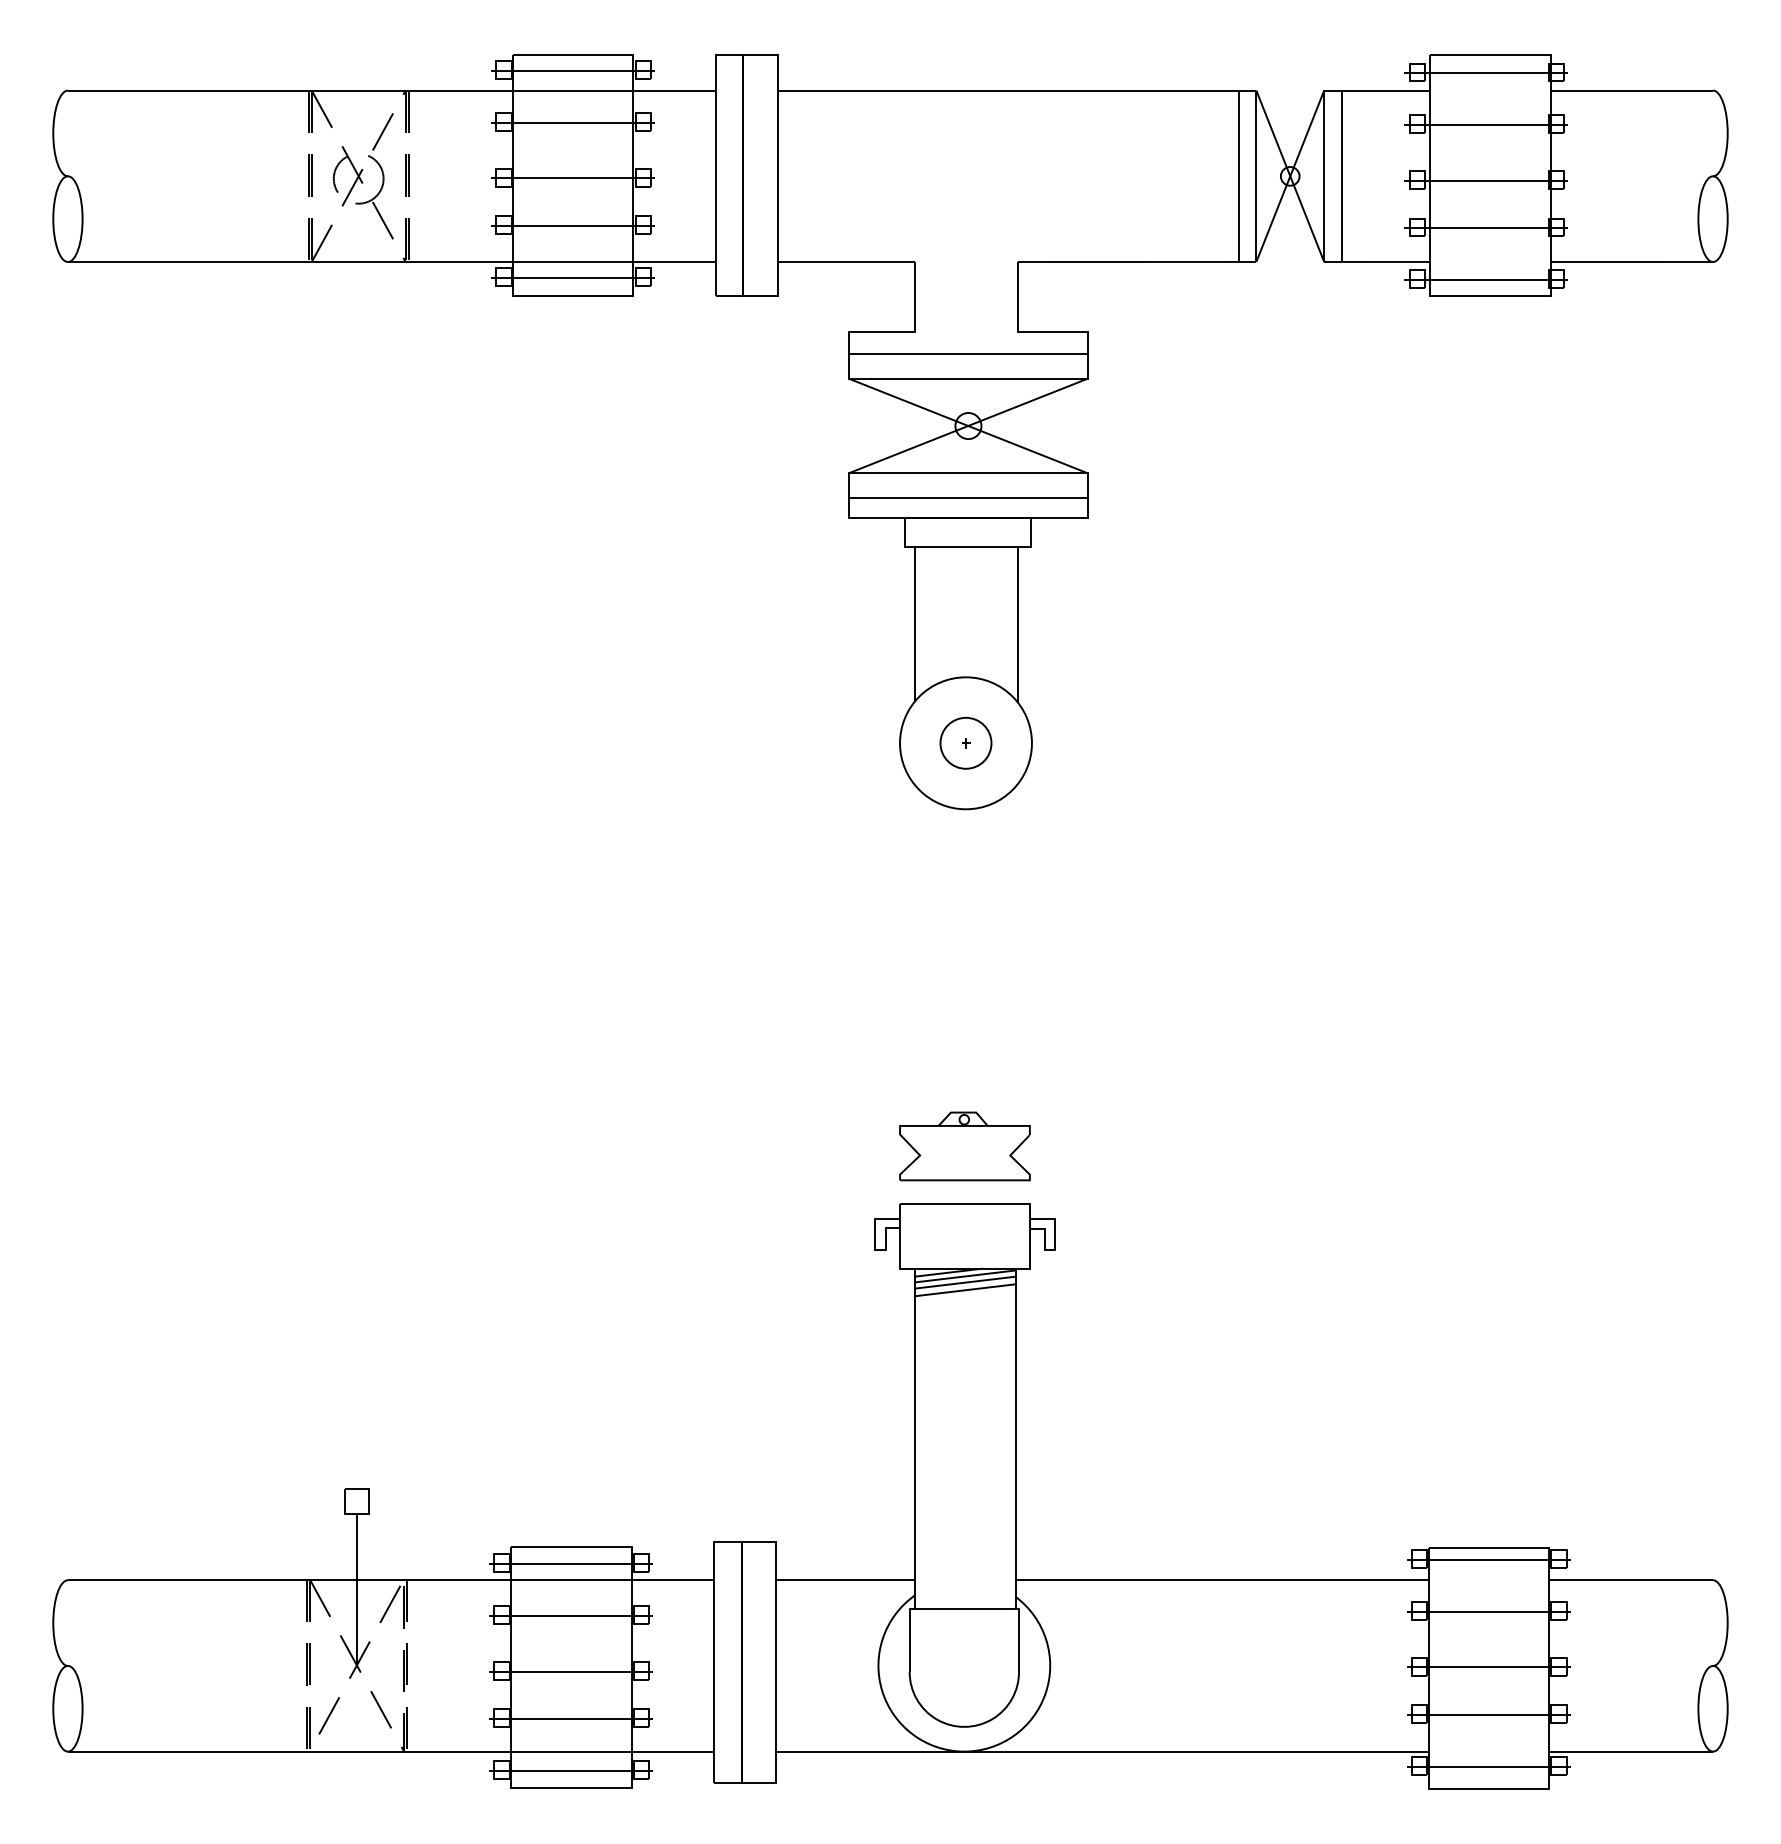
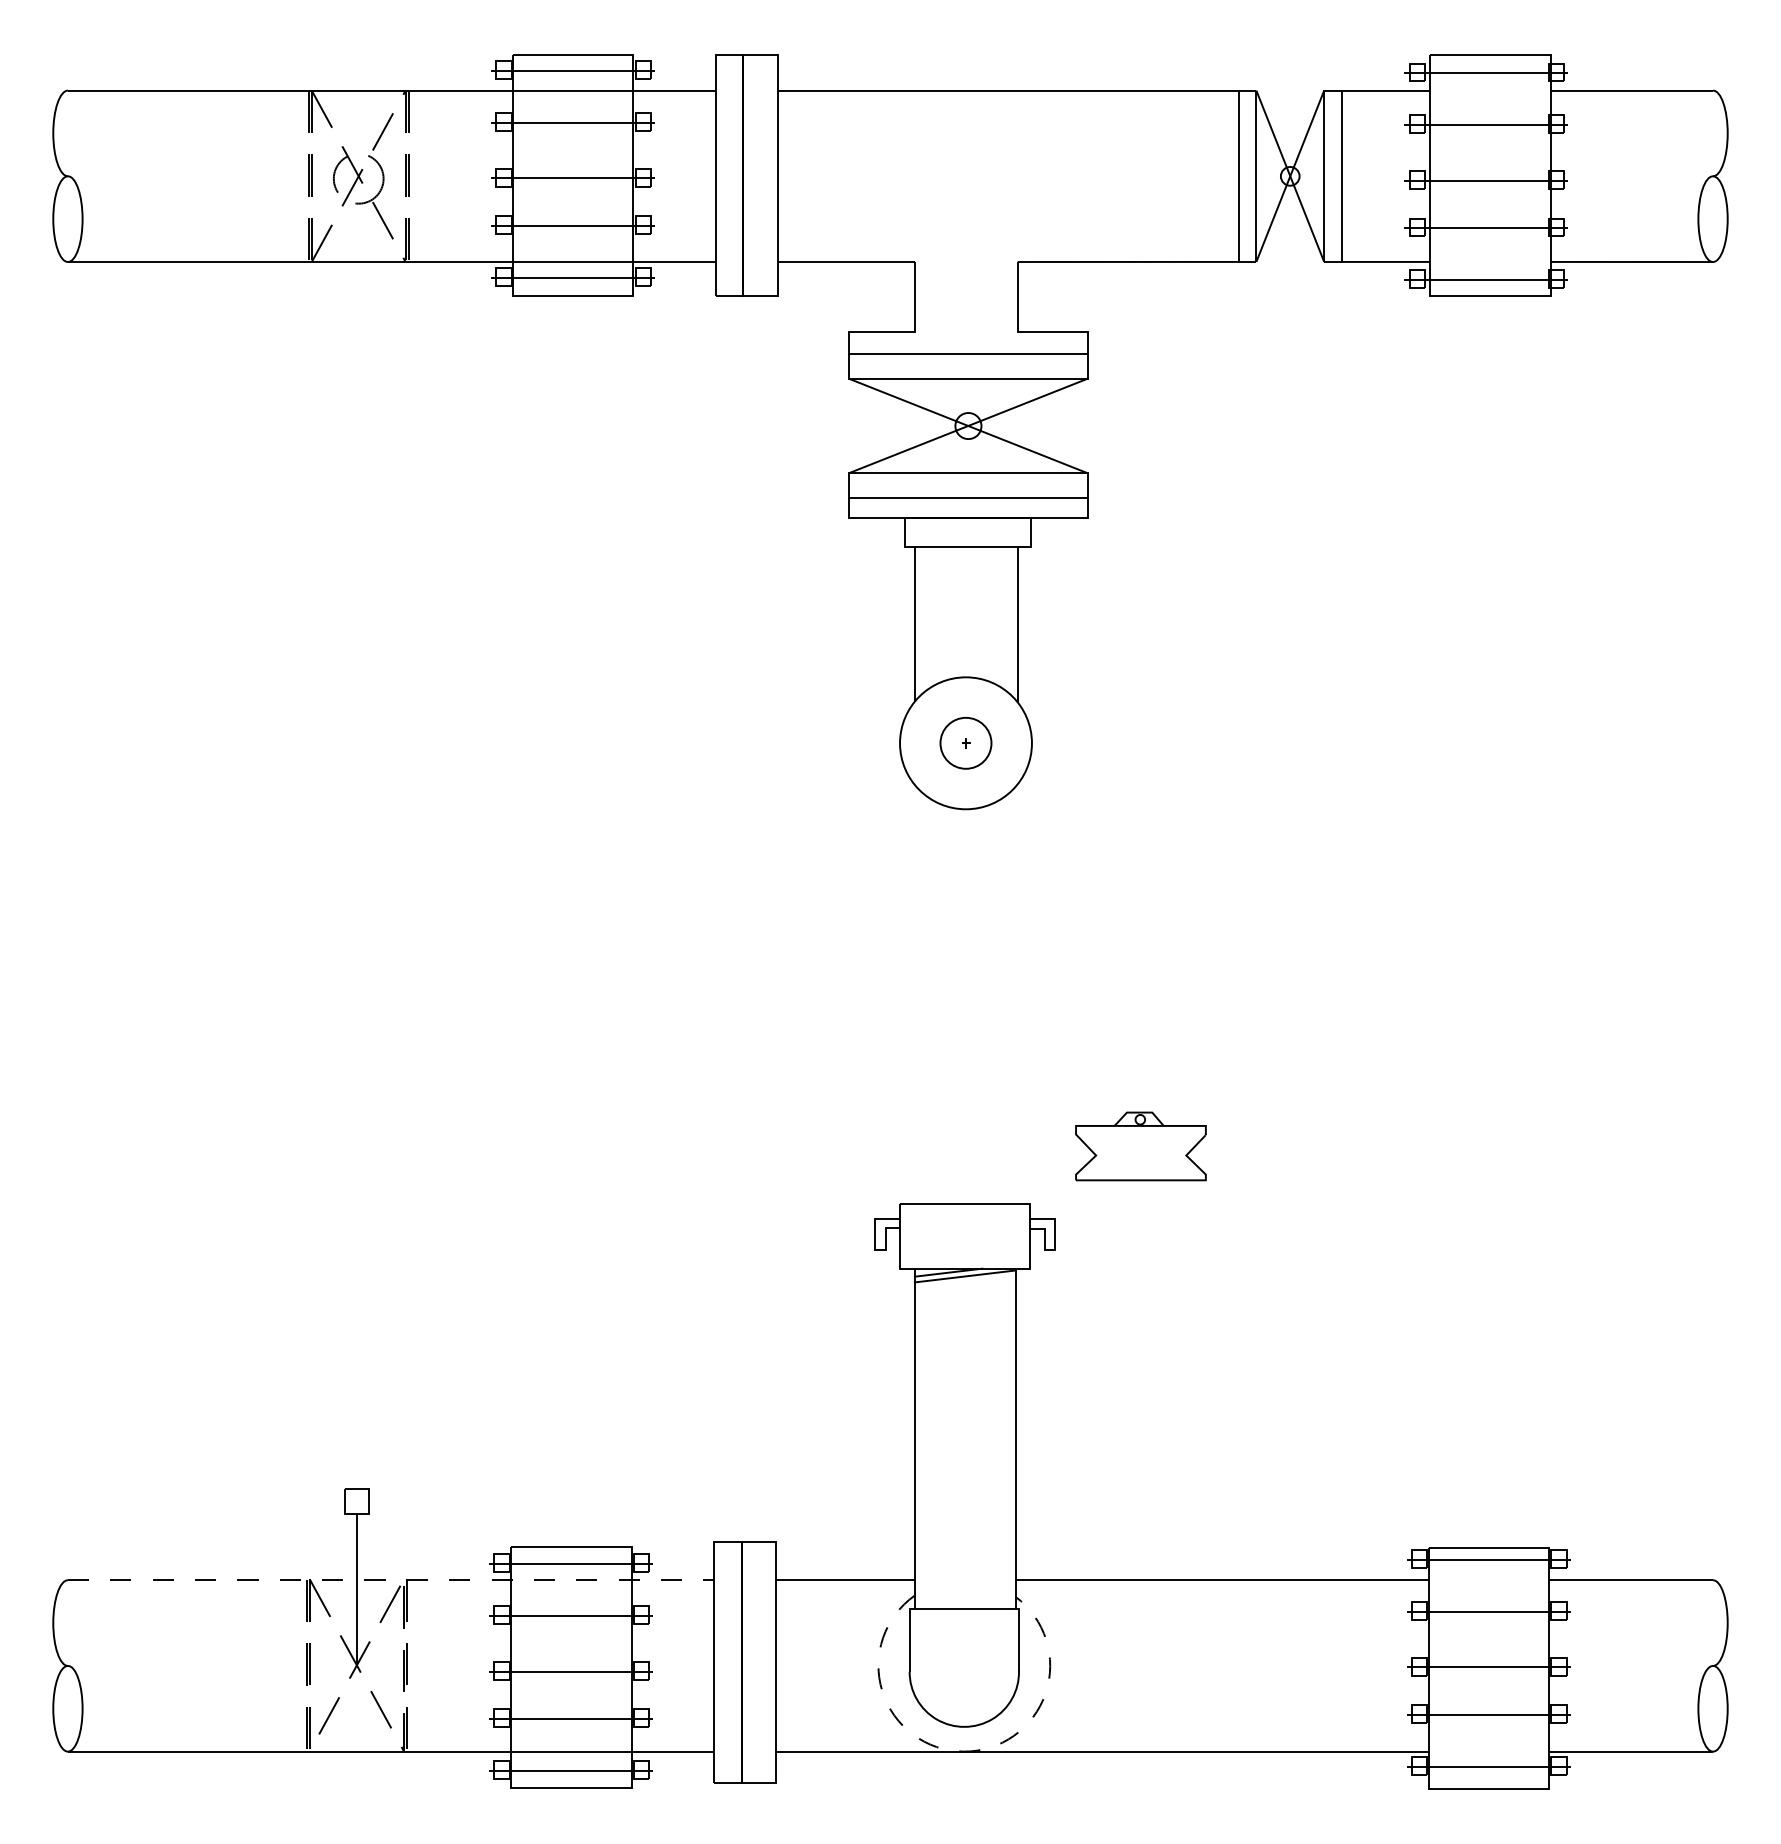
part at (964, 1146) position: (964, 1146) -> (1140, 1146)
line at (964, 1282): present -> none
line at (964, 1290): present -> none
line at (391, 1580): solid -> dashed
arc at (963, 1751): solid -> dashed
